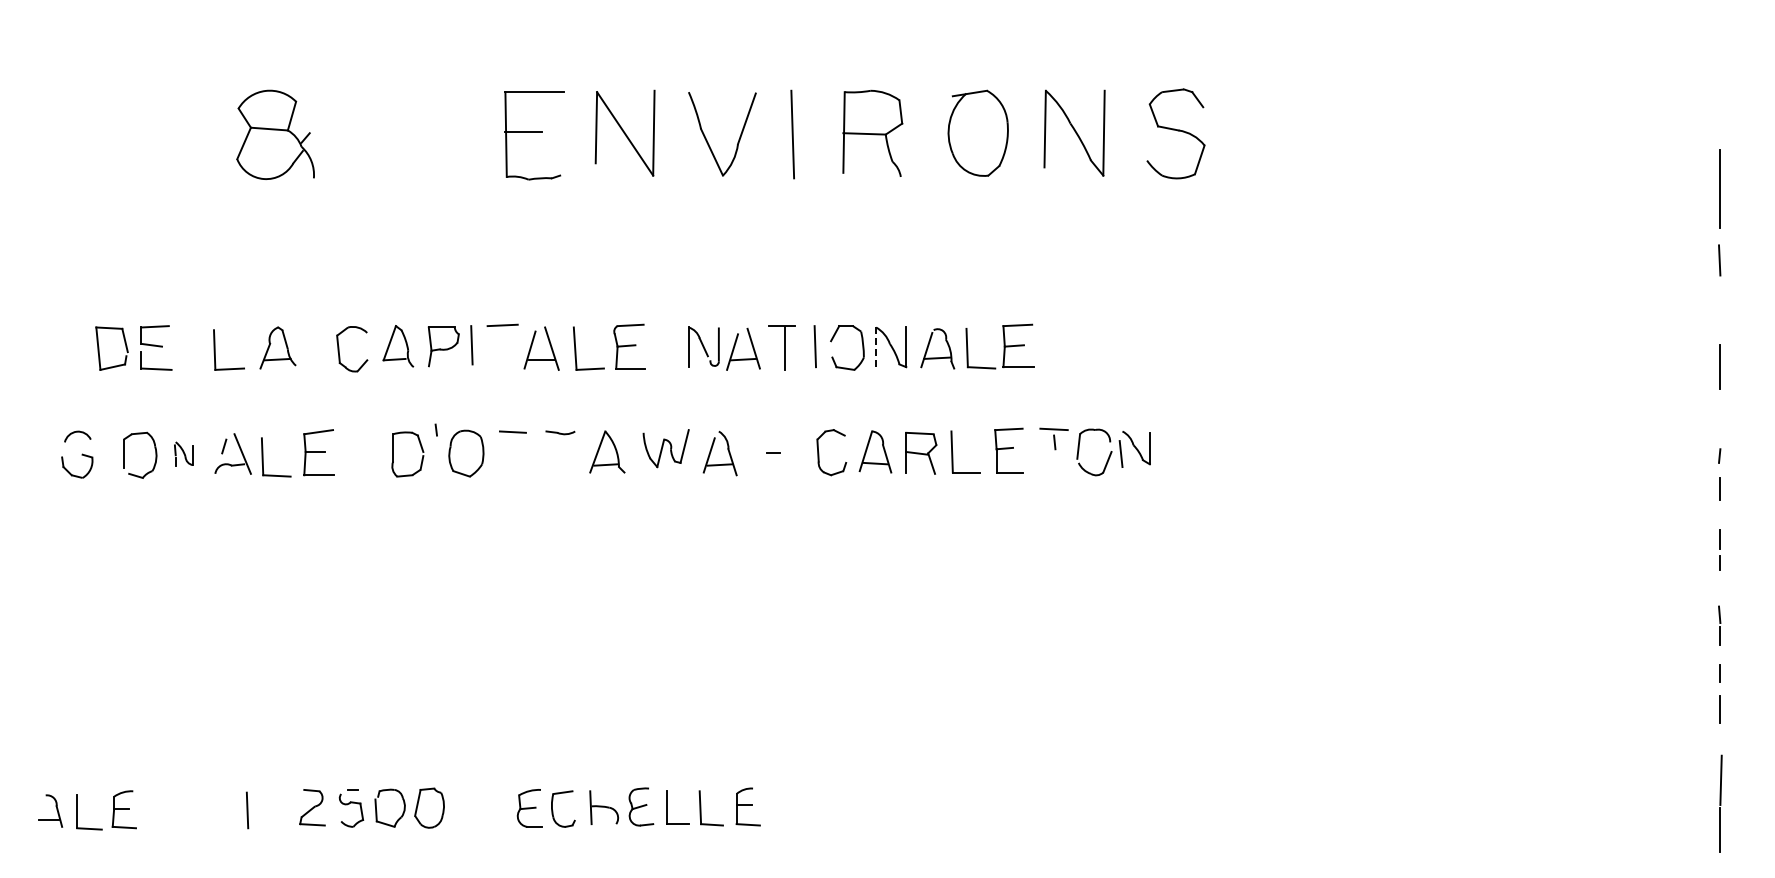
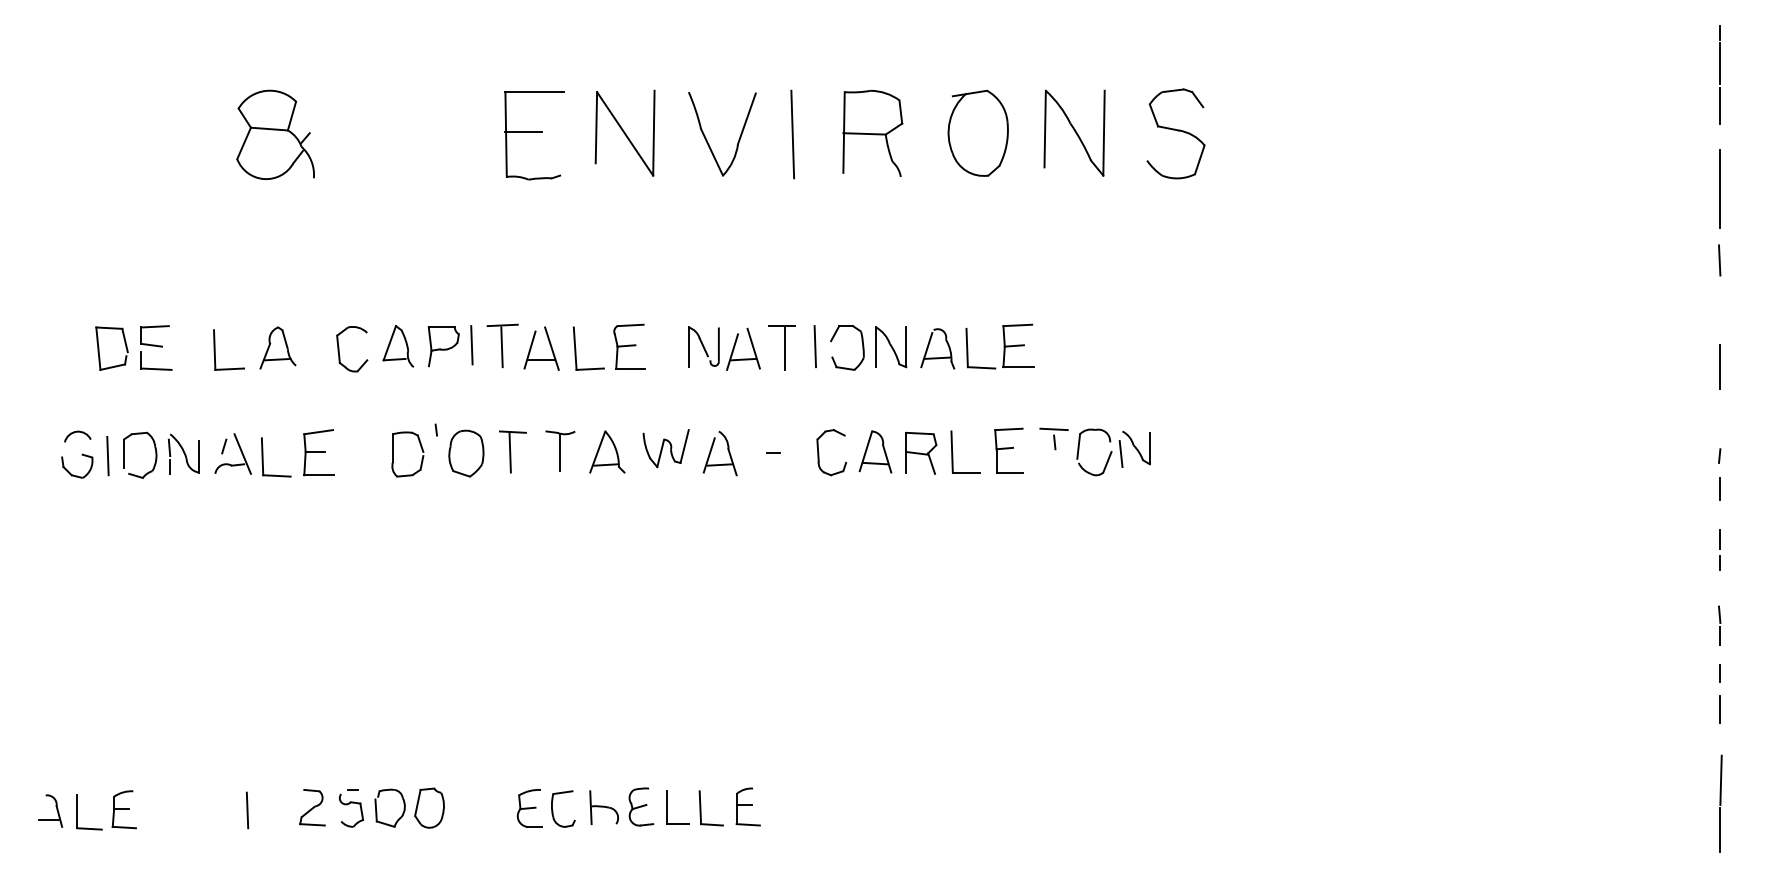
line at (1719, 74): none -> present
line at (501, 347): none -> present
line at (876, 347): dashed -> solid
line at (509, 452): none -> present
line at (560, 452): none -> present
part at (183, 453) size: 20x26 px -> 32x42 px
line at (107, 455): none -> present
